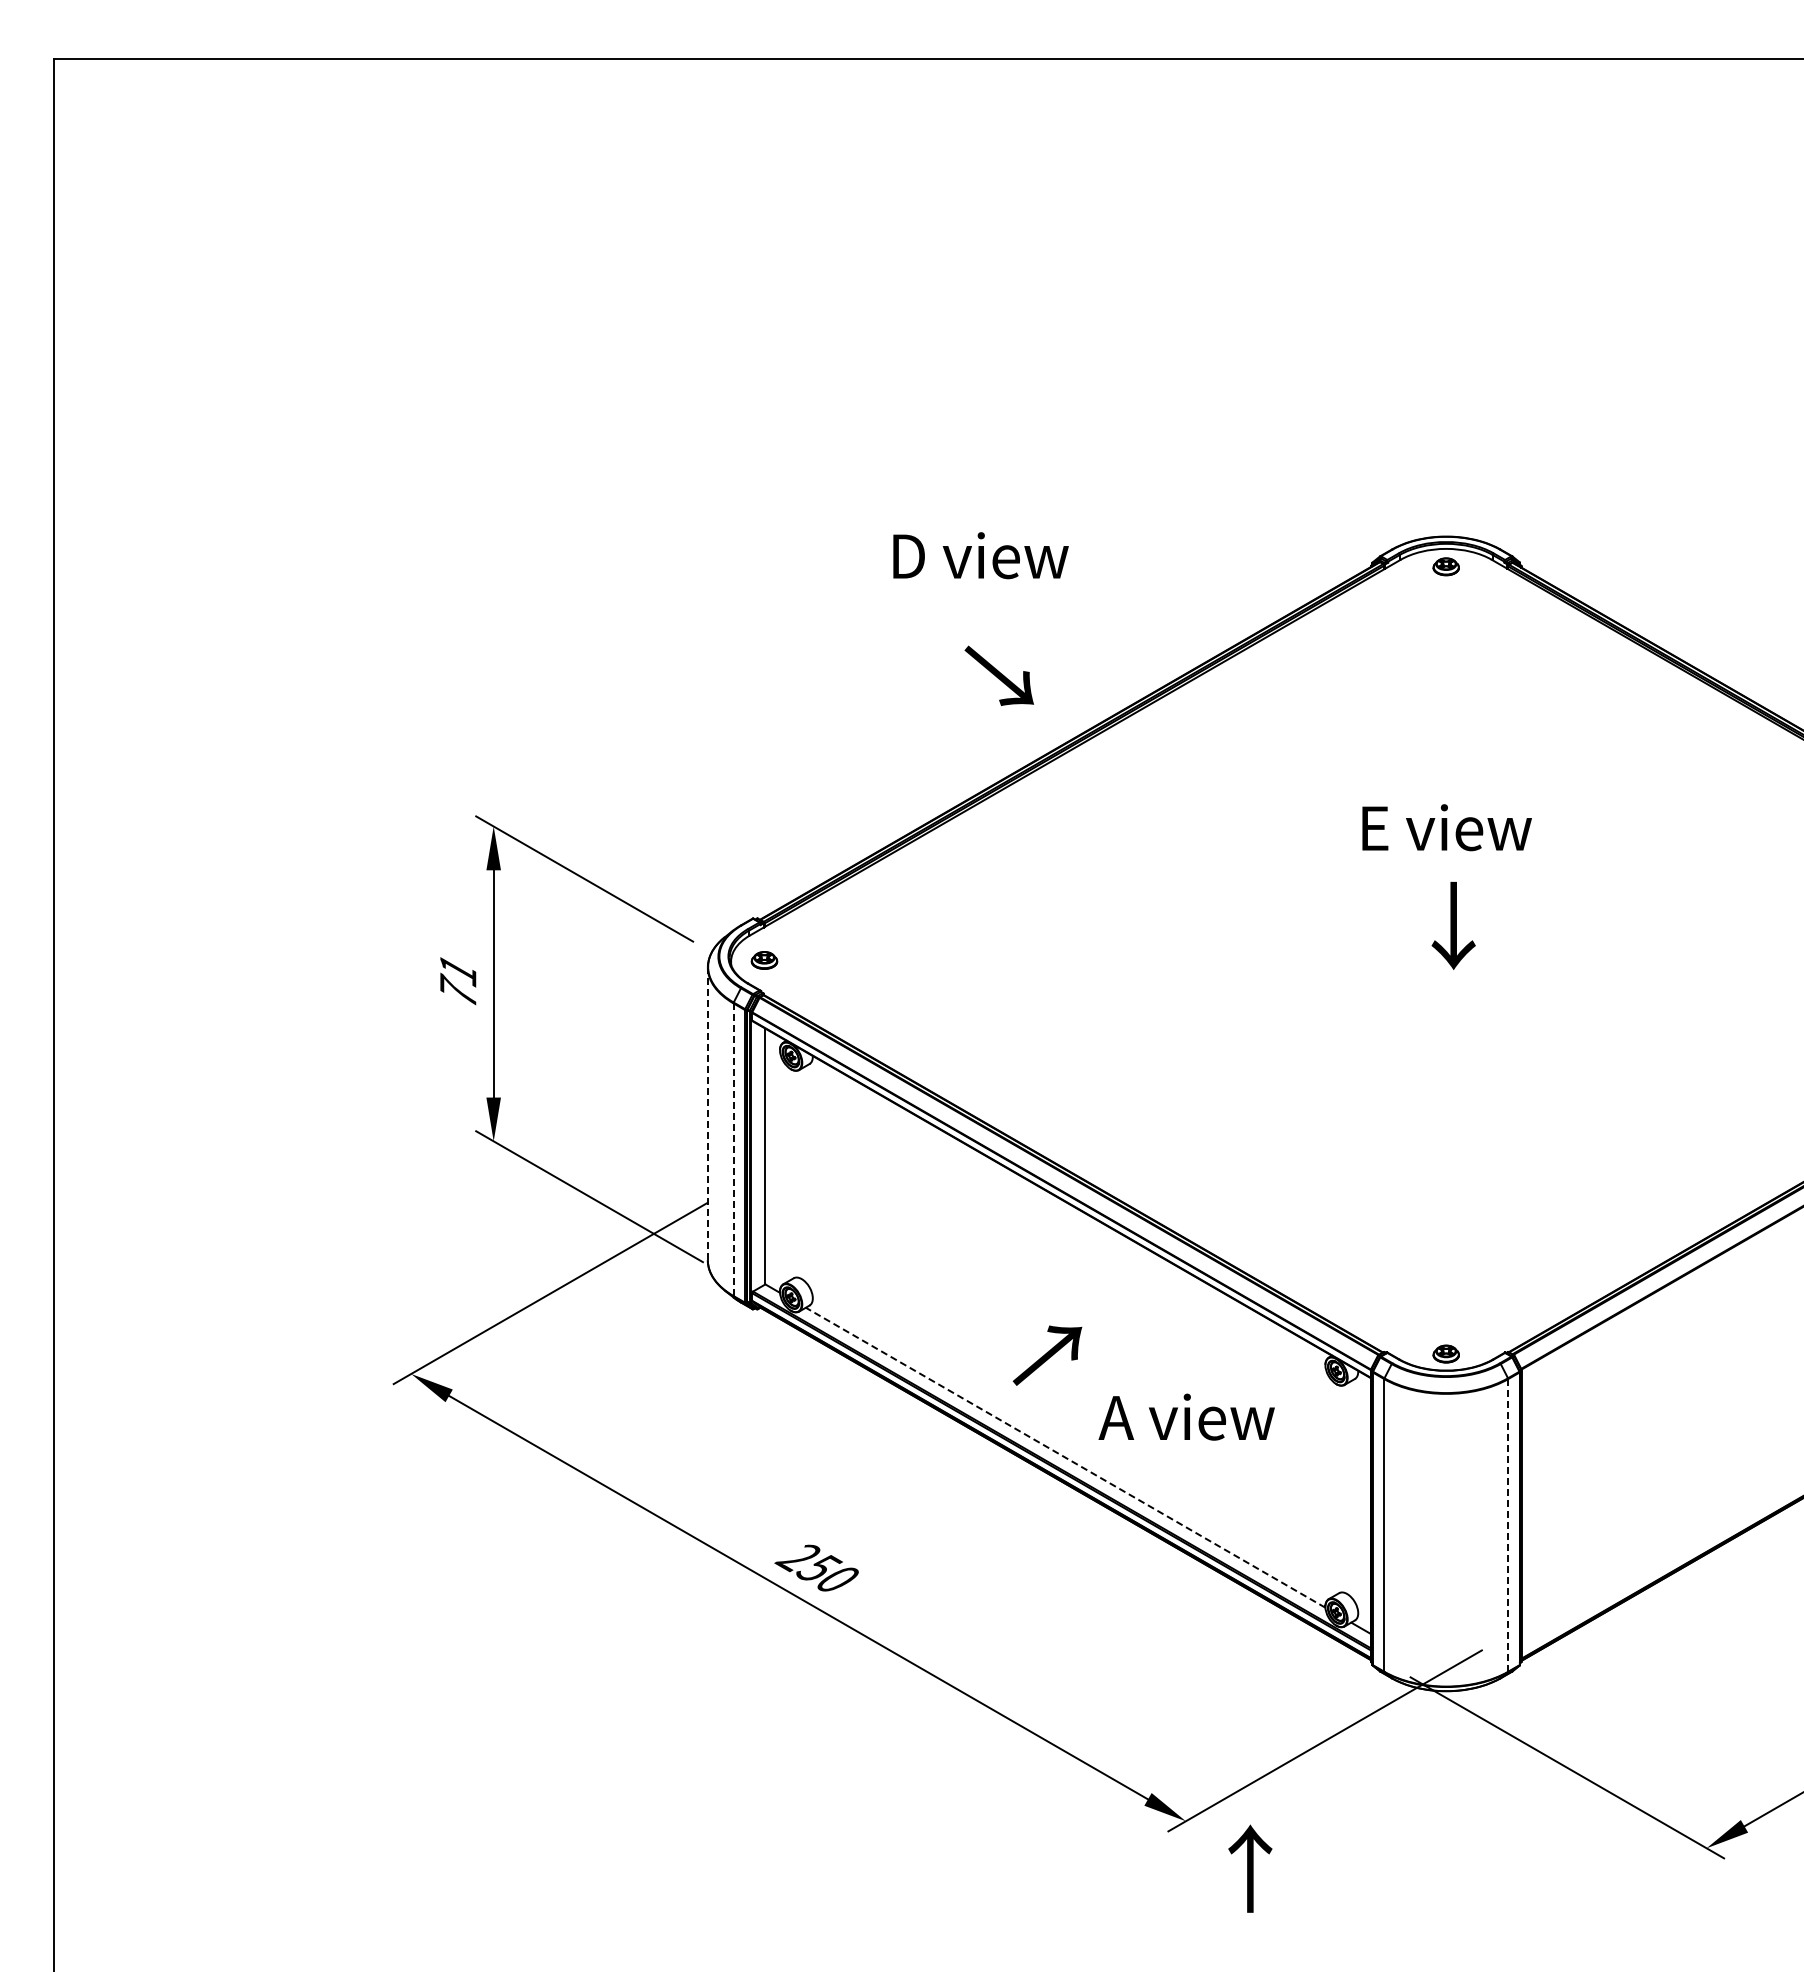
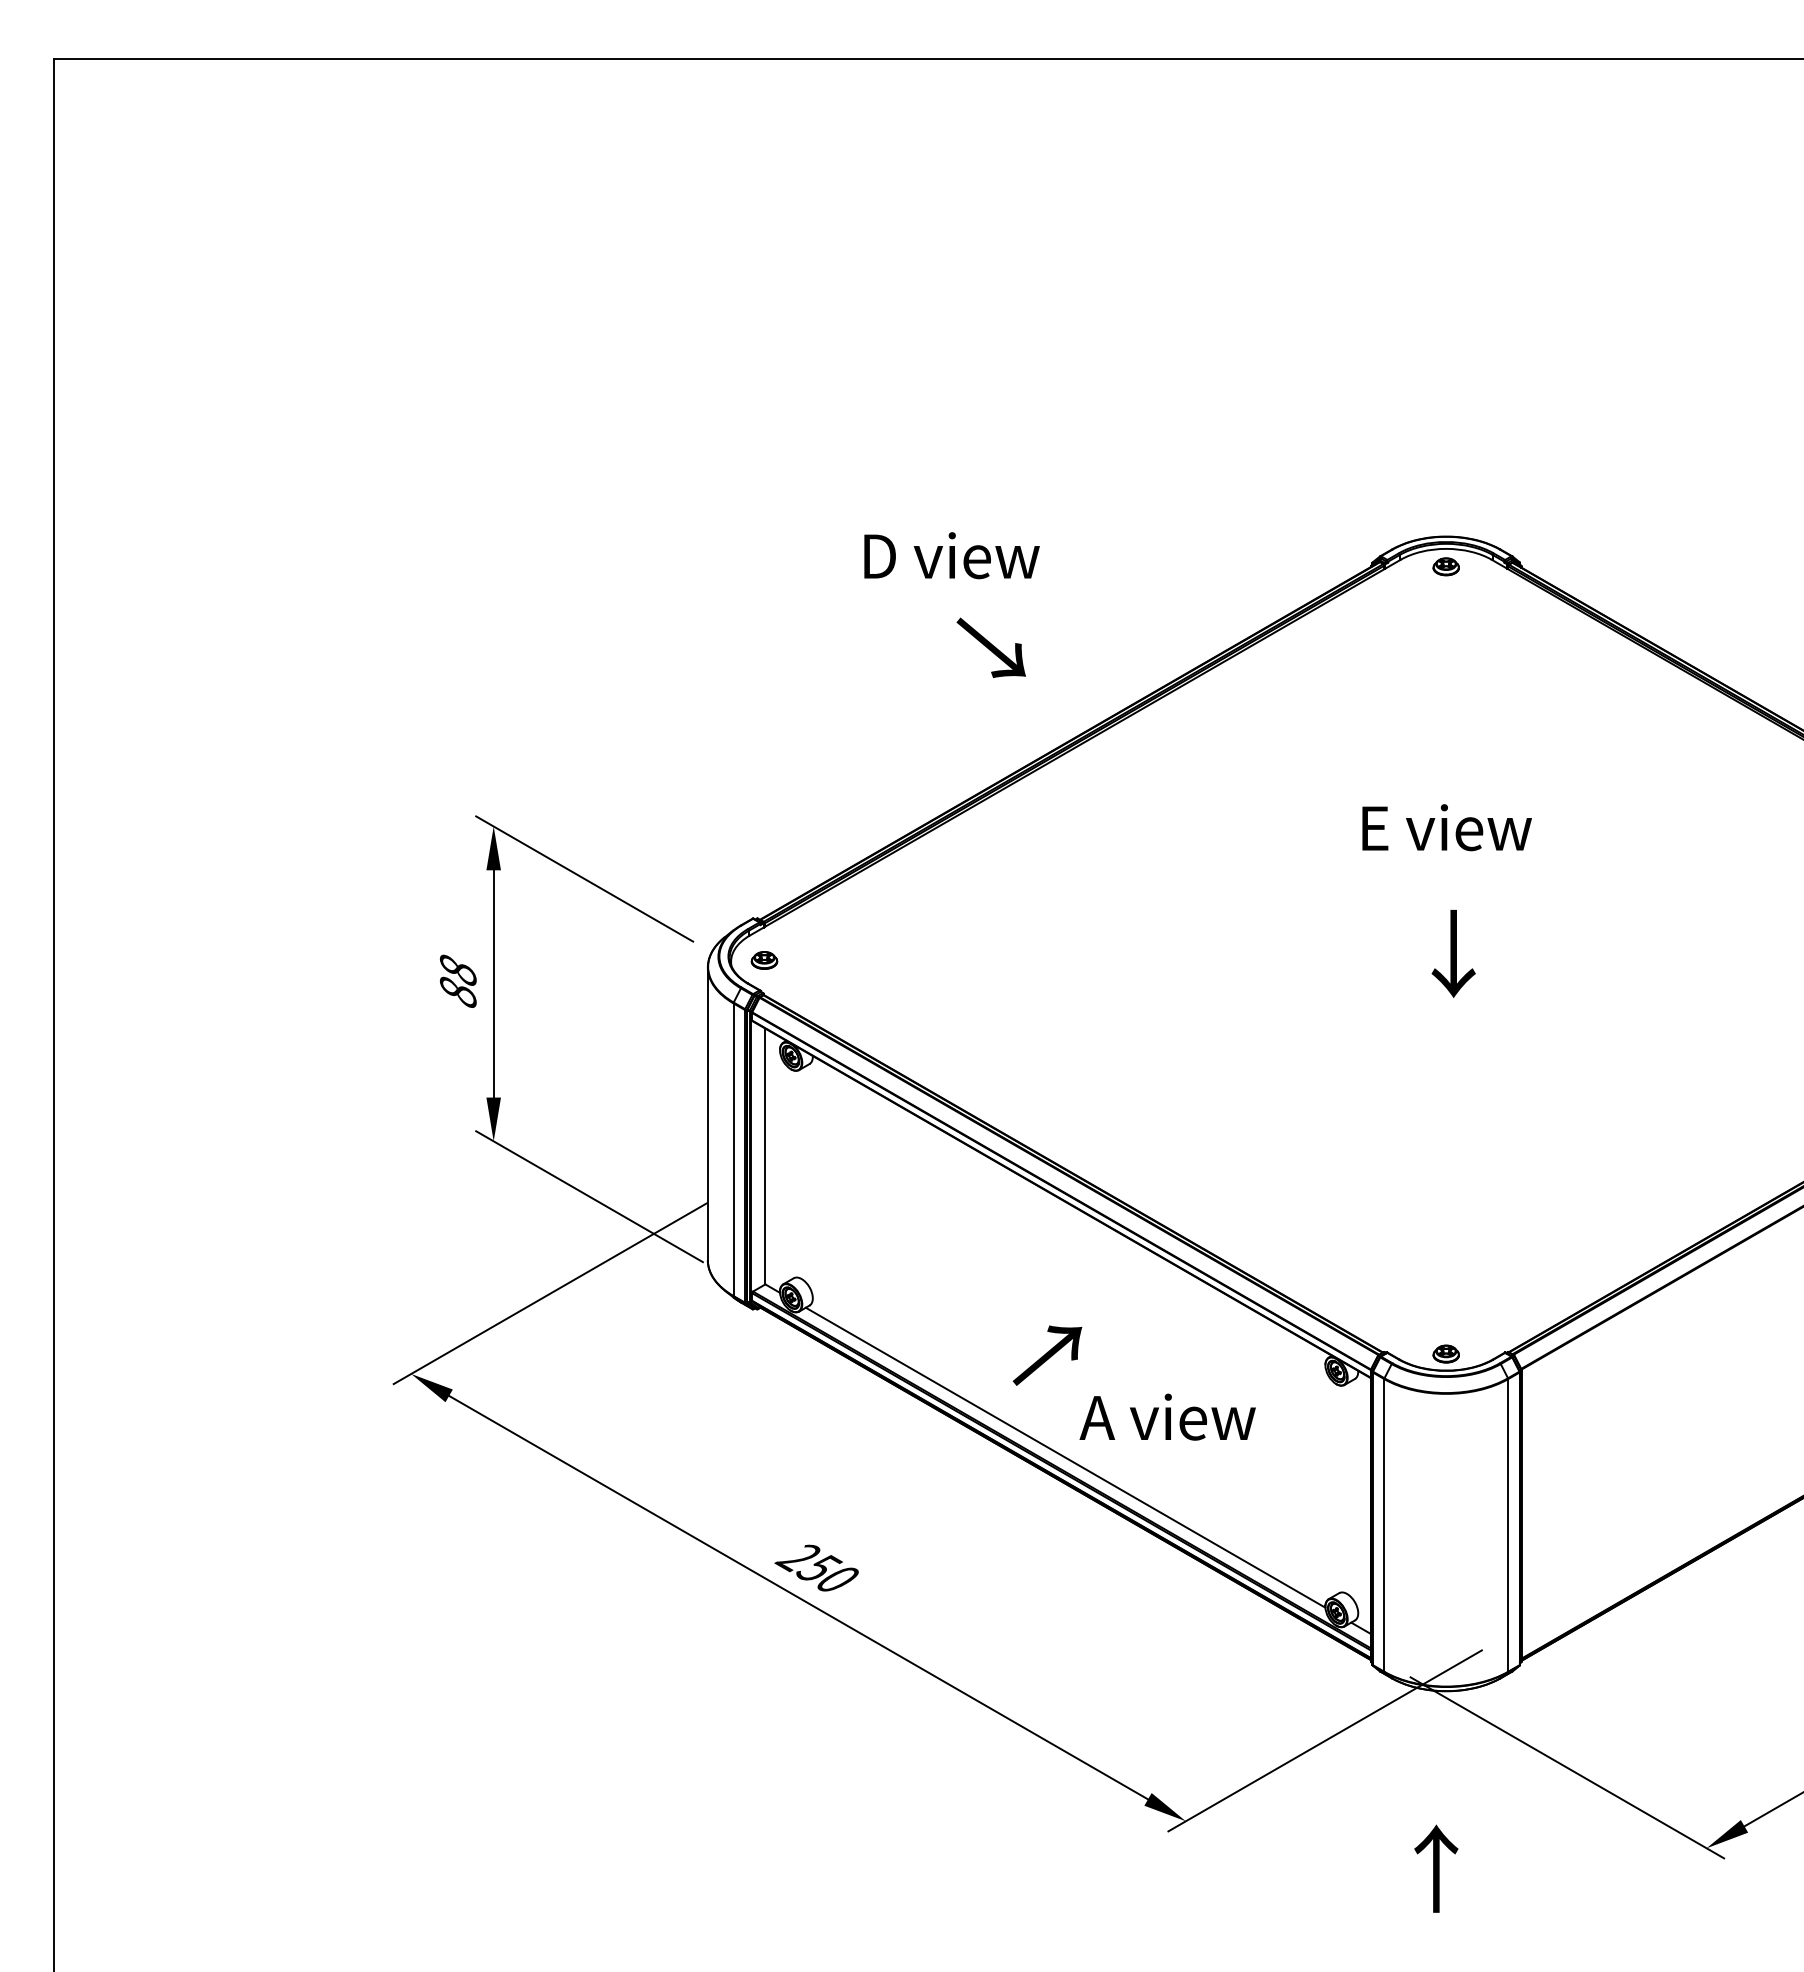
text at (980, 555) position: (980, 555) -> (951, 555)
text at (998, 675) position: (998, 675) -> (990, 647)
text at (1453, 925) position: (1453, 925) -> (1453, 953)
text at (457, 980): 71 -> 88
line at (707, 1113): dashed -> solid
line at (733, 1149): dashed -> solid
text at (1186, 1416) position: (1186, 1416) -> (1167, 1416)
line at (1065, 1457): dashed -> solid
line at (1508, 1524): dashed -> solid
text at (1250, 1868) position: (1250, 1868) -> (1436, 1868)
